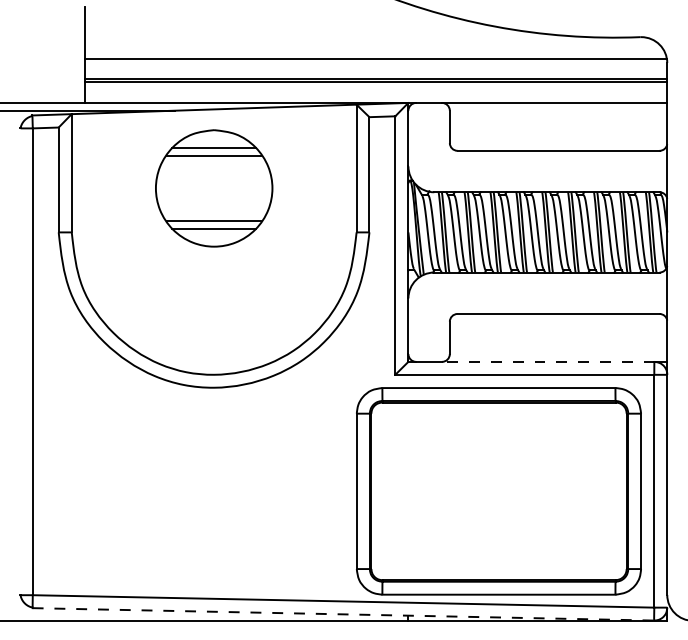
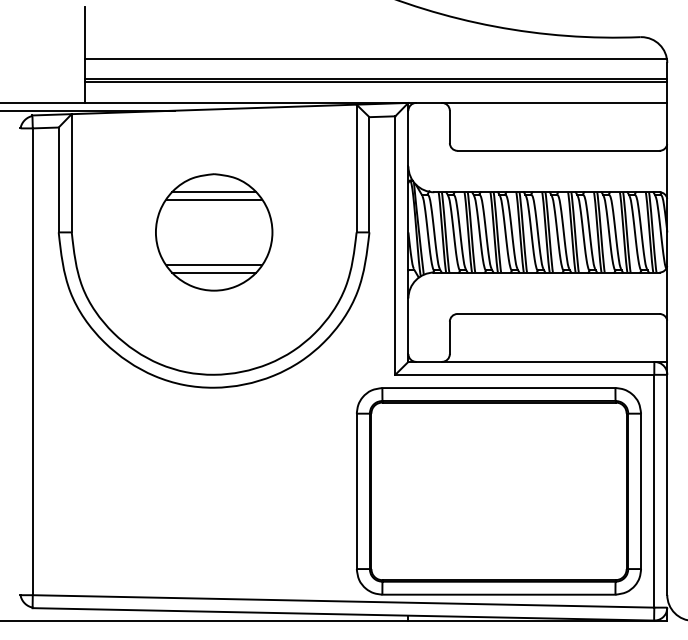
part at (214, 188) position: (214, 188) -> (214, 232)
line at (547, 361): dashed -> solid
line at (343, 614): dashed -> solid
